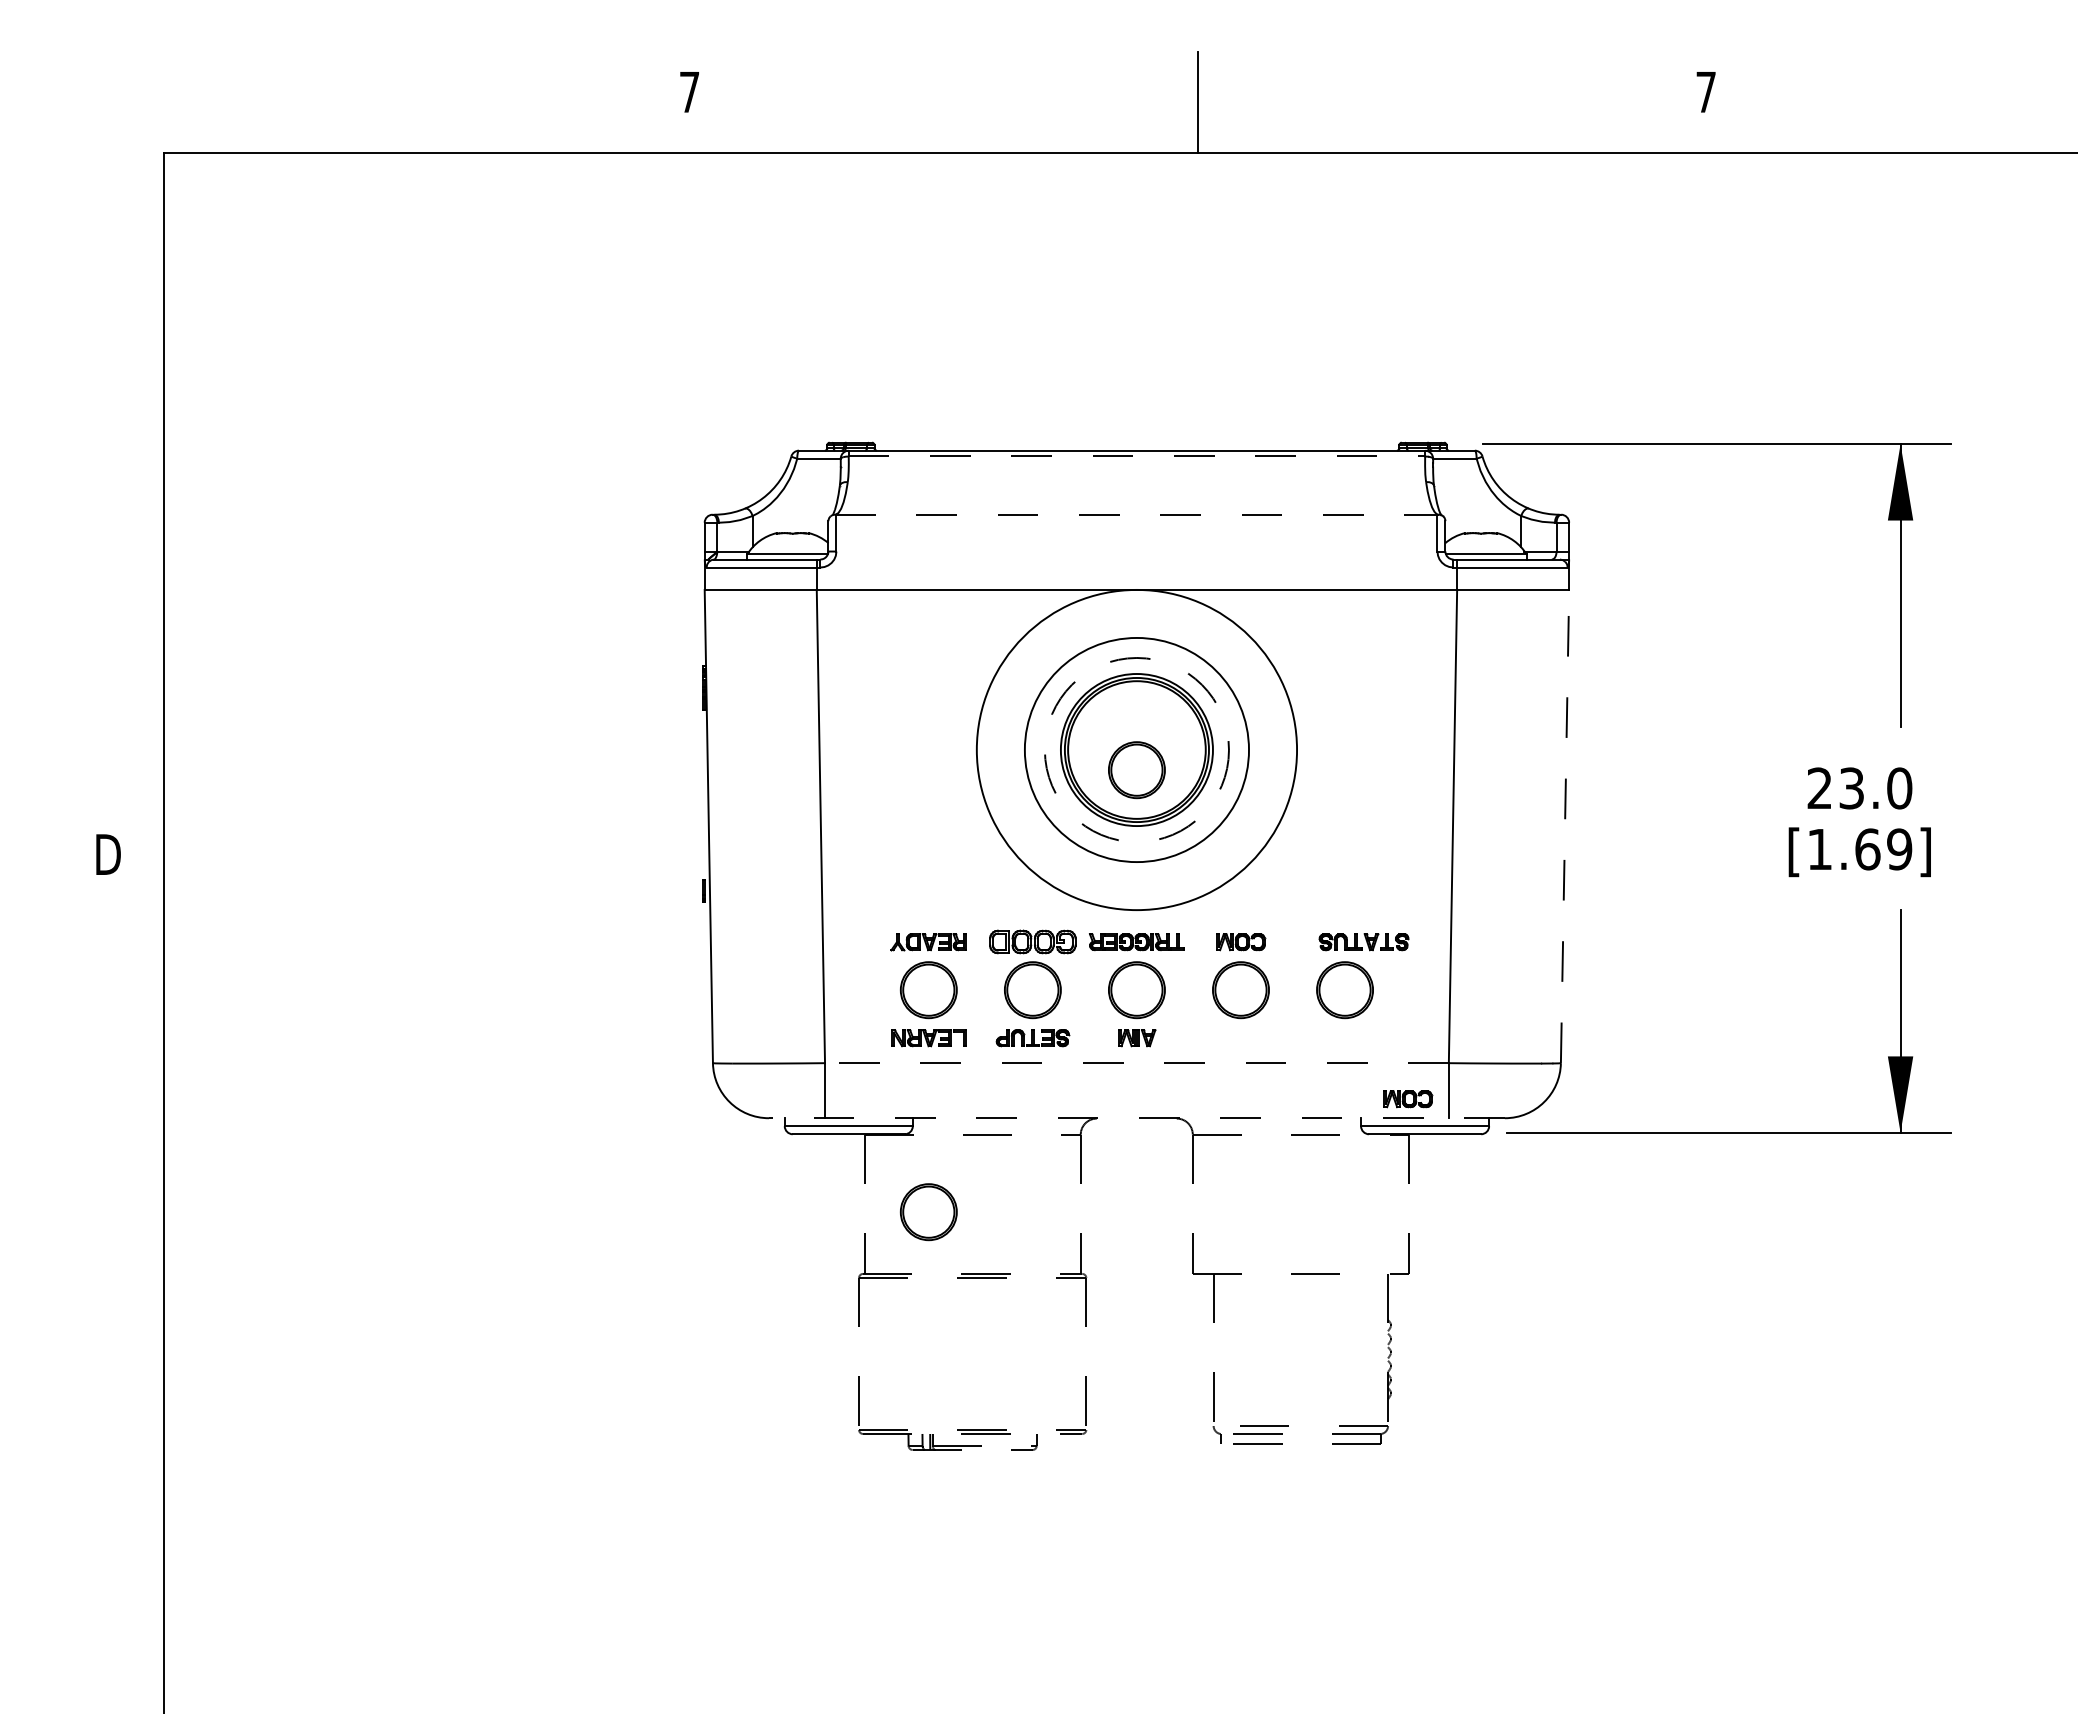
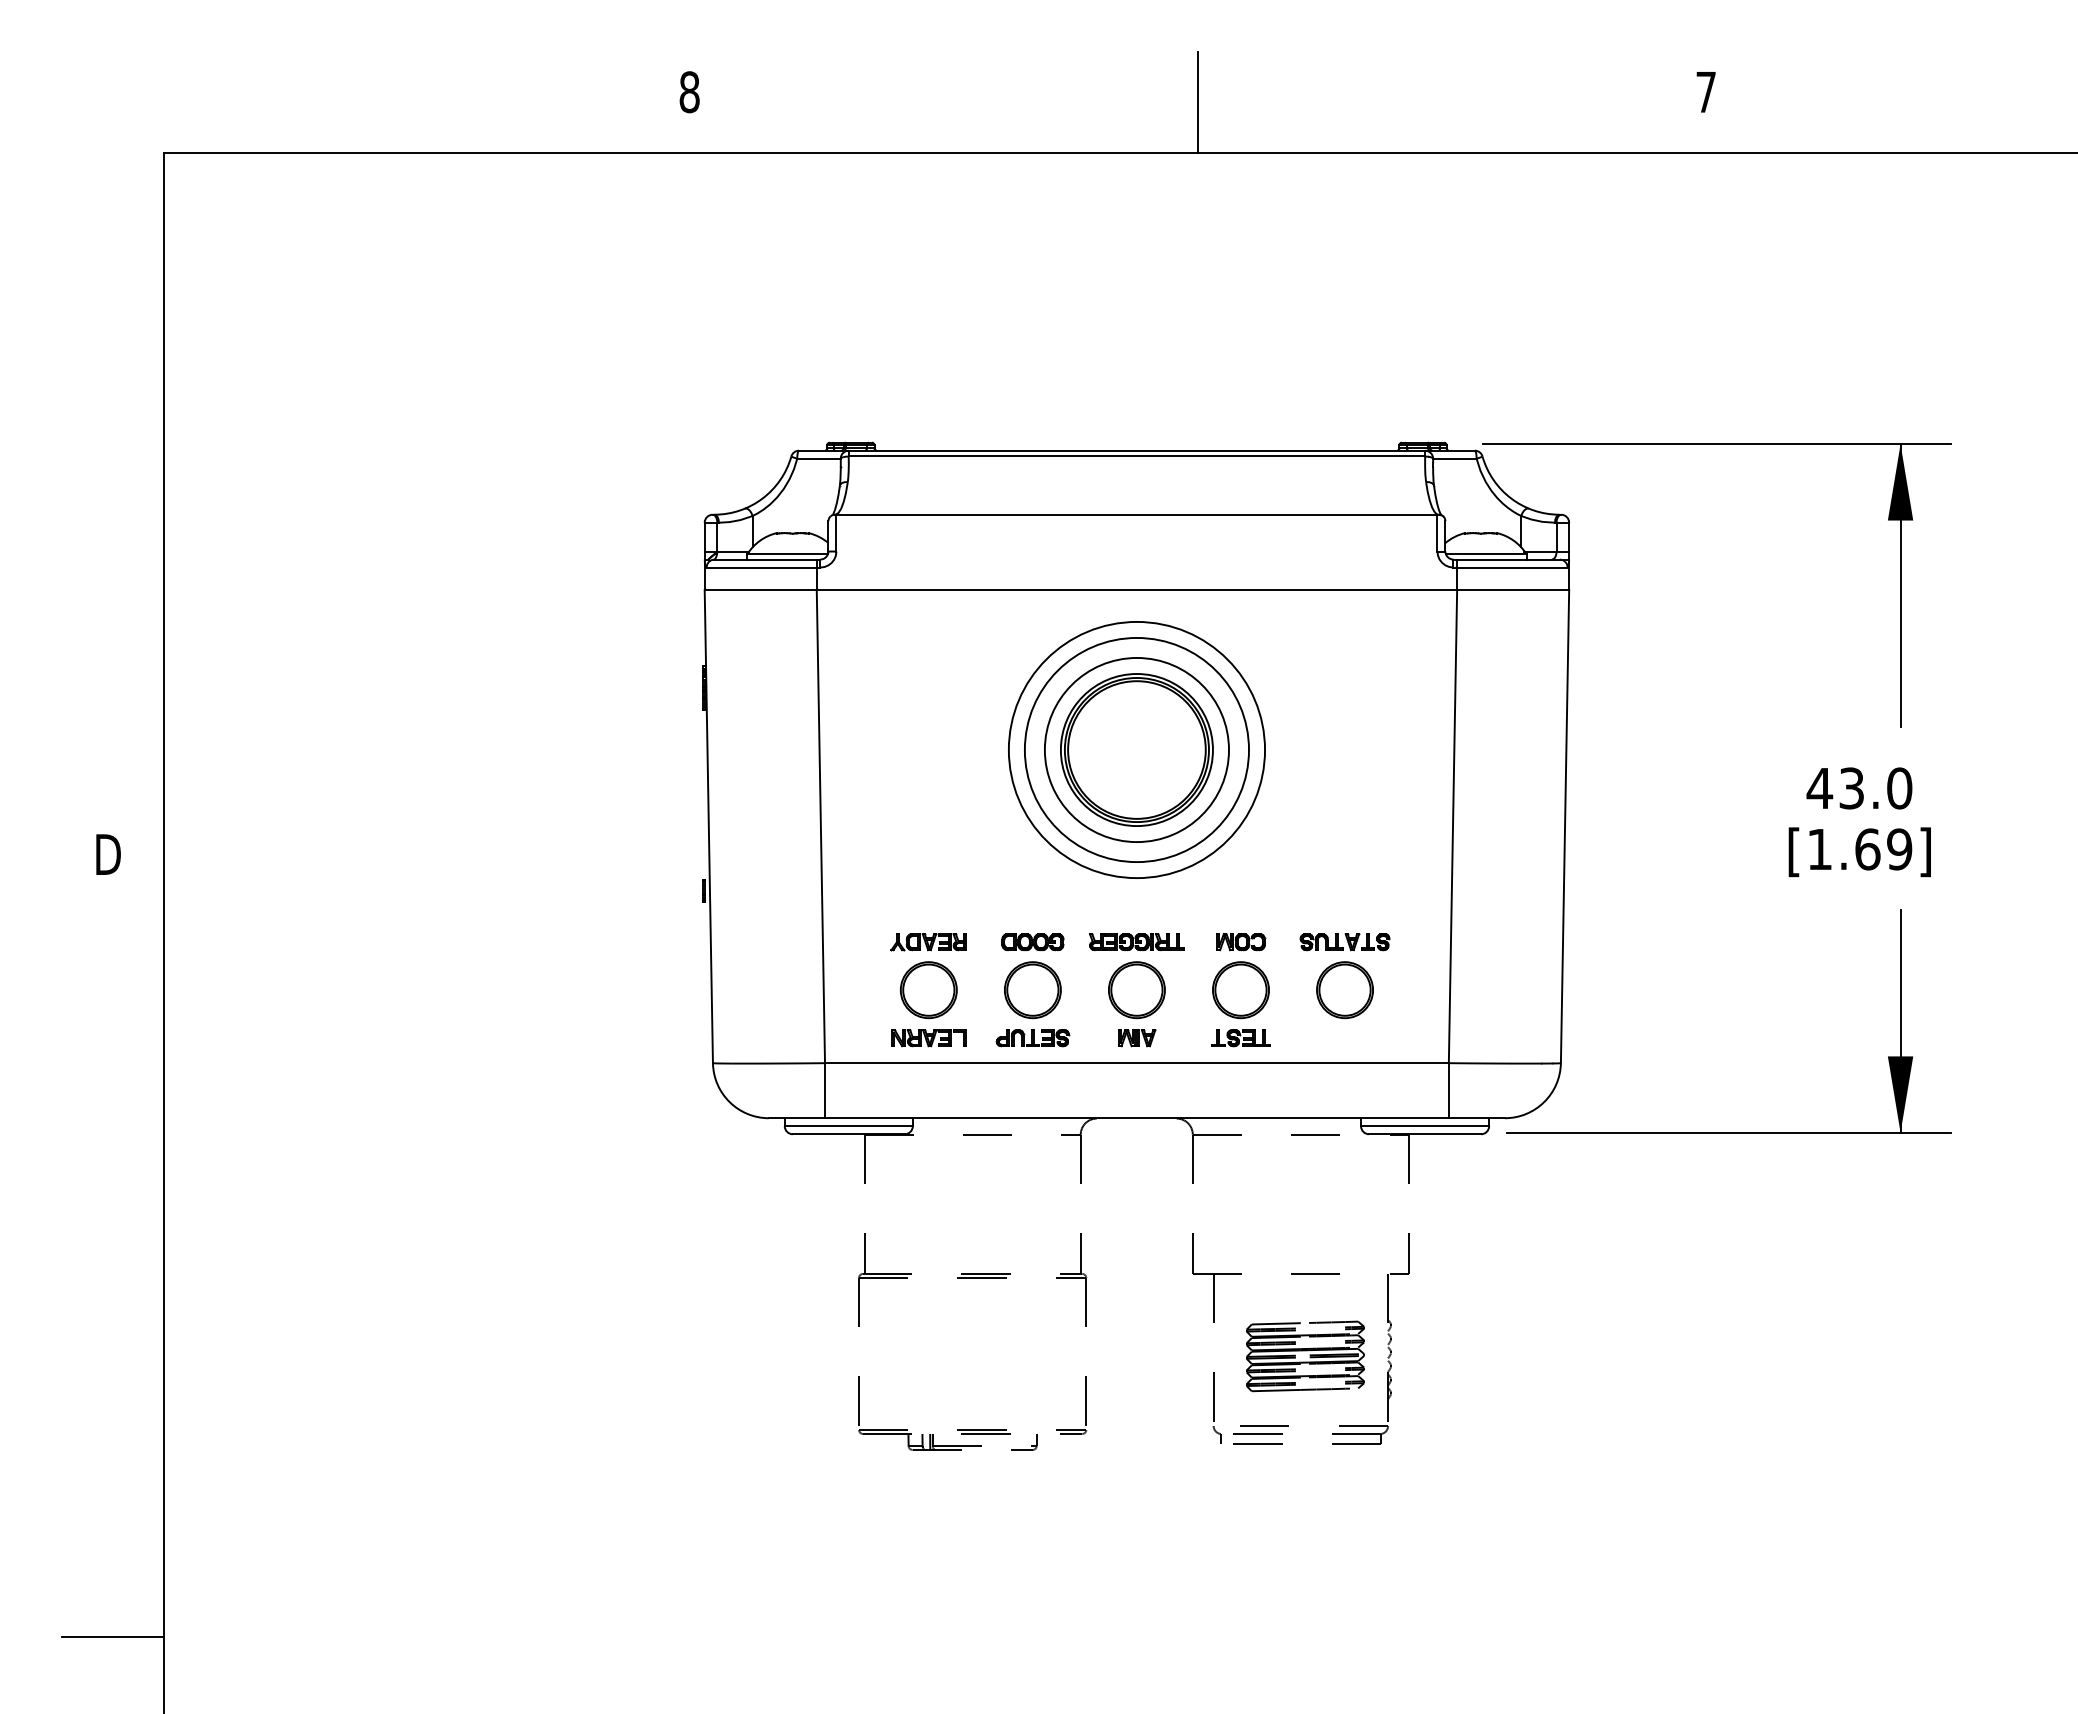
text at (689, 92): 7 -> 8
line at (1137, 456): dashed -> solid
line at (1136, 514): dashed -> solid
circle at (1136, 749) diameter: 320 px -> 256 px
circle at (1136, 749): dashed -> solid
part at (1136, 770): present -> none
text at (1819, 787): 23.0 -> 43.0
line at (1565, 826): dashed -> solid
part at (1032, 941) size: 88x26 px -> 64x19 px
part at (1363, 942) position: (1363, 942) -> (1344, 942)
part at (1240, 1038): none -> present
line at (1136, 1063): dashed -> solid
part at (1408, 1099): present -> none
line at (1136, 1118): dashed -> solid
part at (928, 1212): present -> none
part at (1305, 1356): none -> present
line at (112, 1637): none -> present
